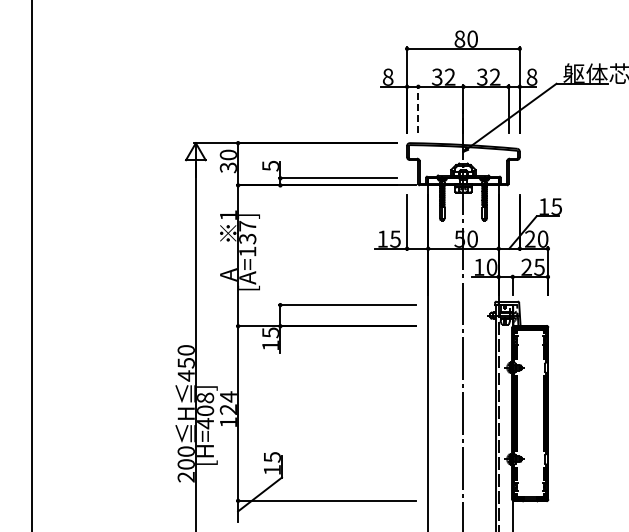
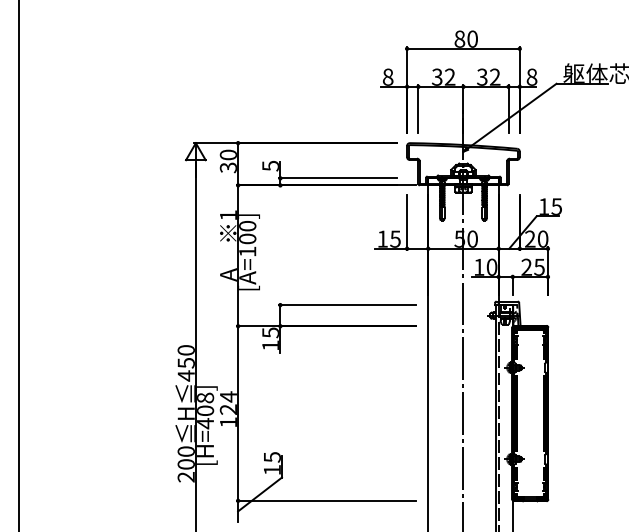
line at (418, 109): dashed -> solid
text at (247, 232): [A=137] -> [A=100]
line at (31, 265) position: (31, 265) -> (18, 265)
